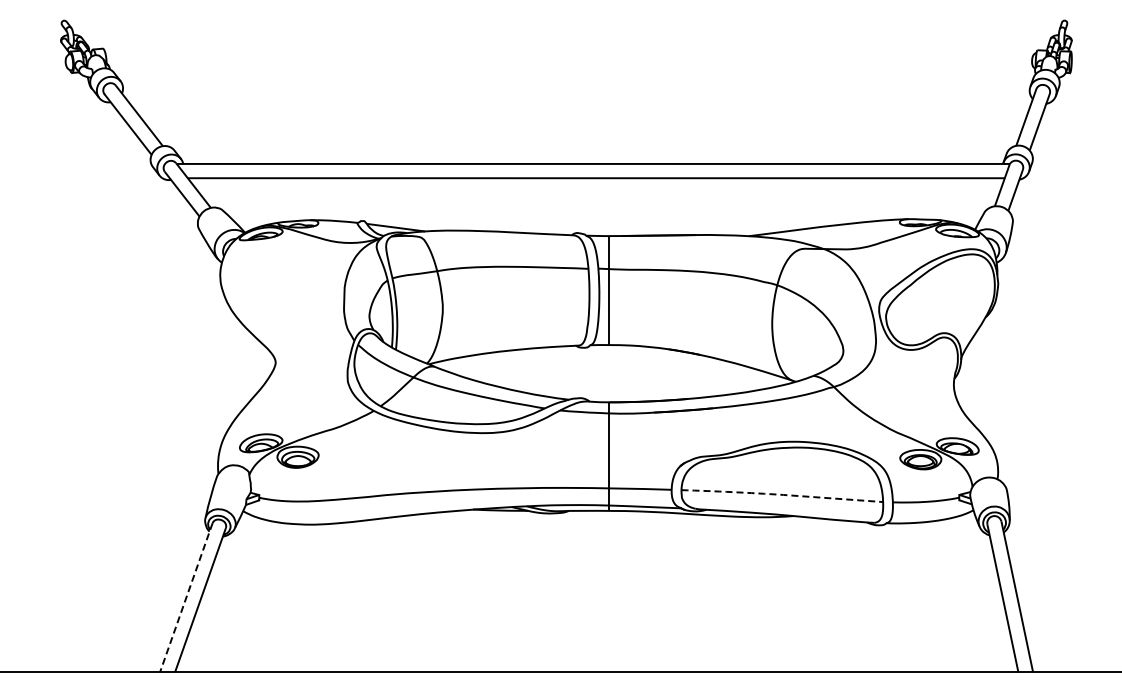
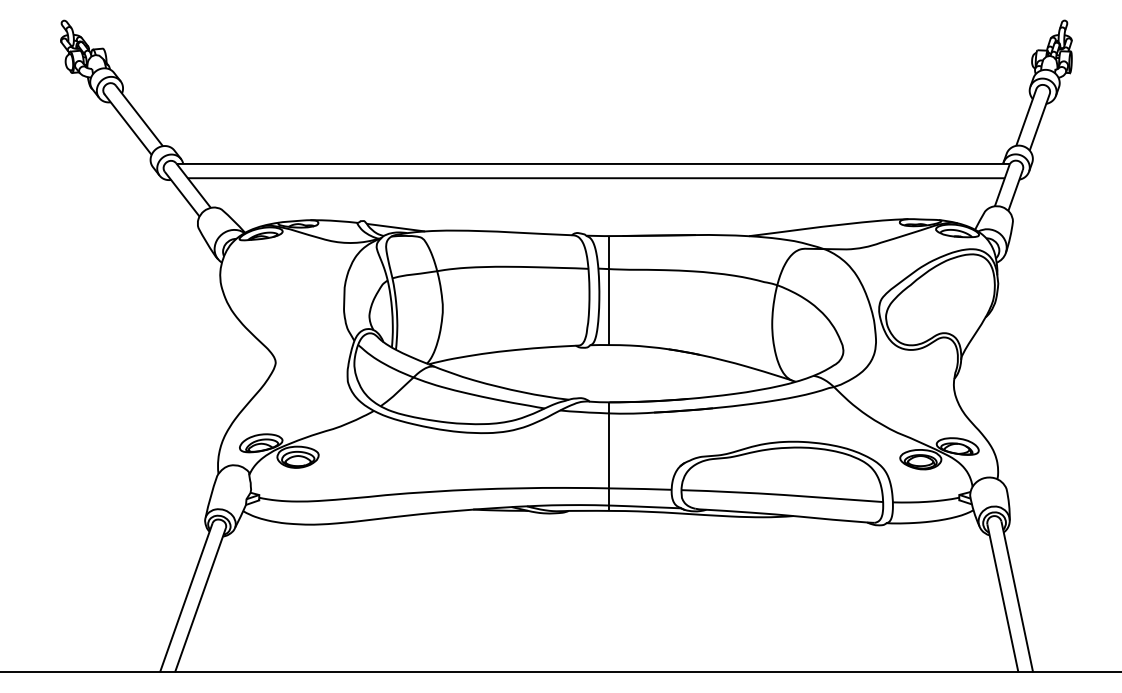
line at (780, 494): dashed -> solid
line at (186, 598): dashed -> solid
